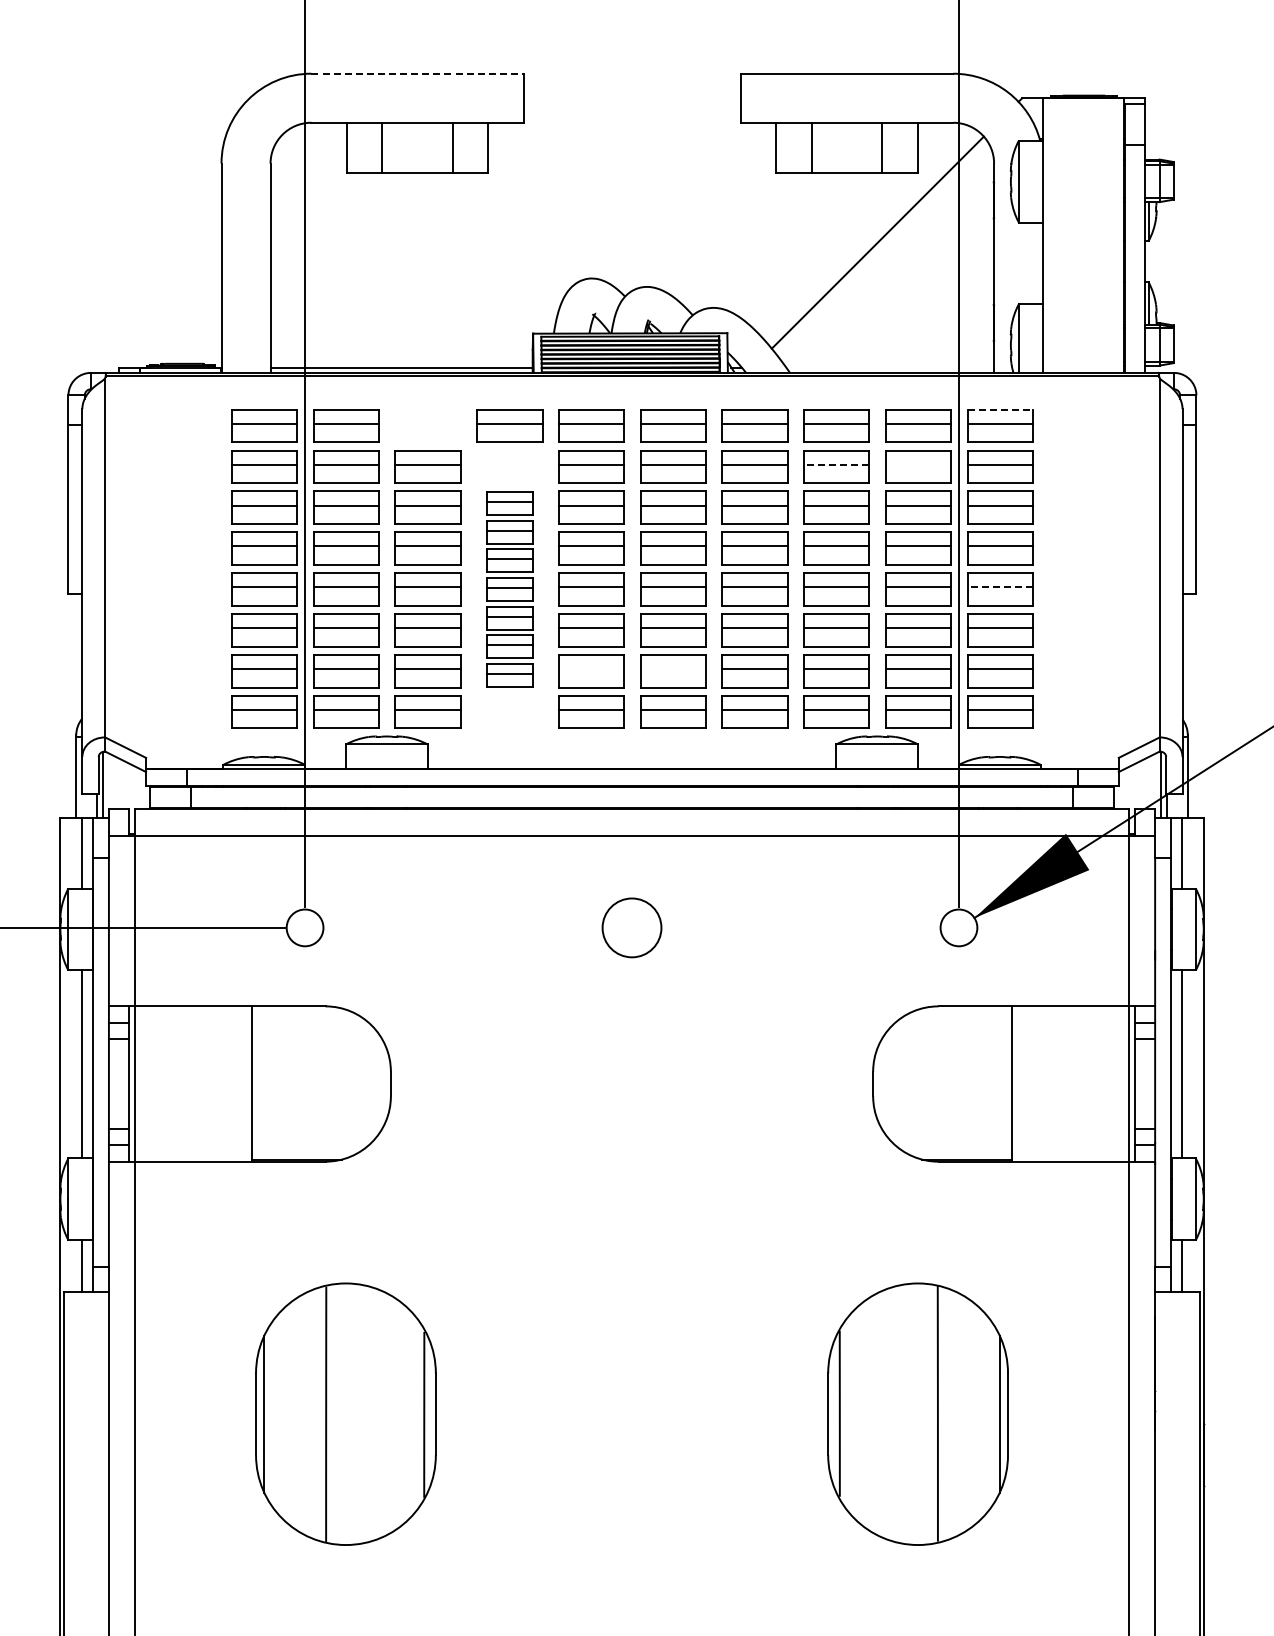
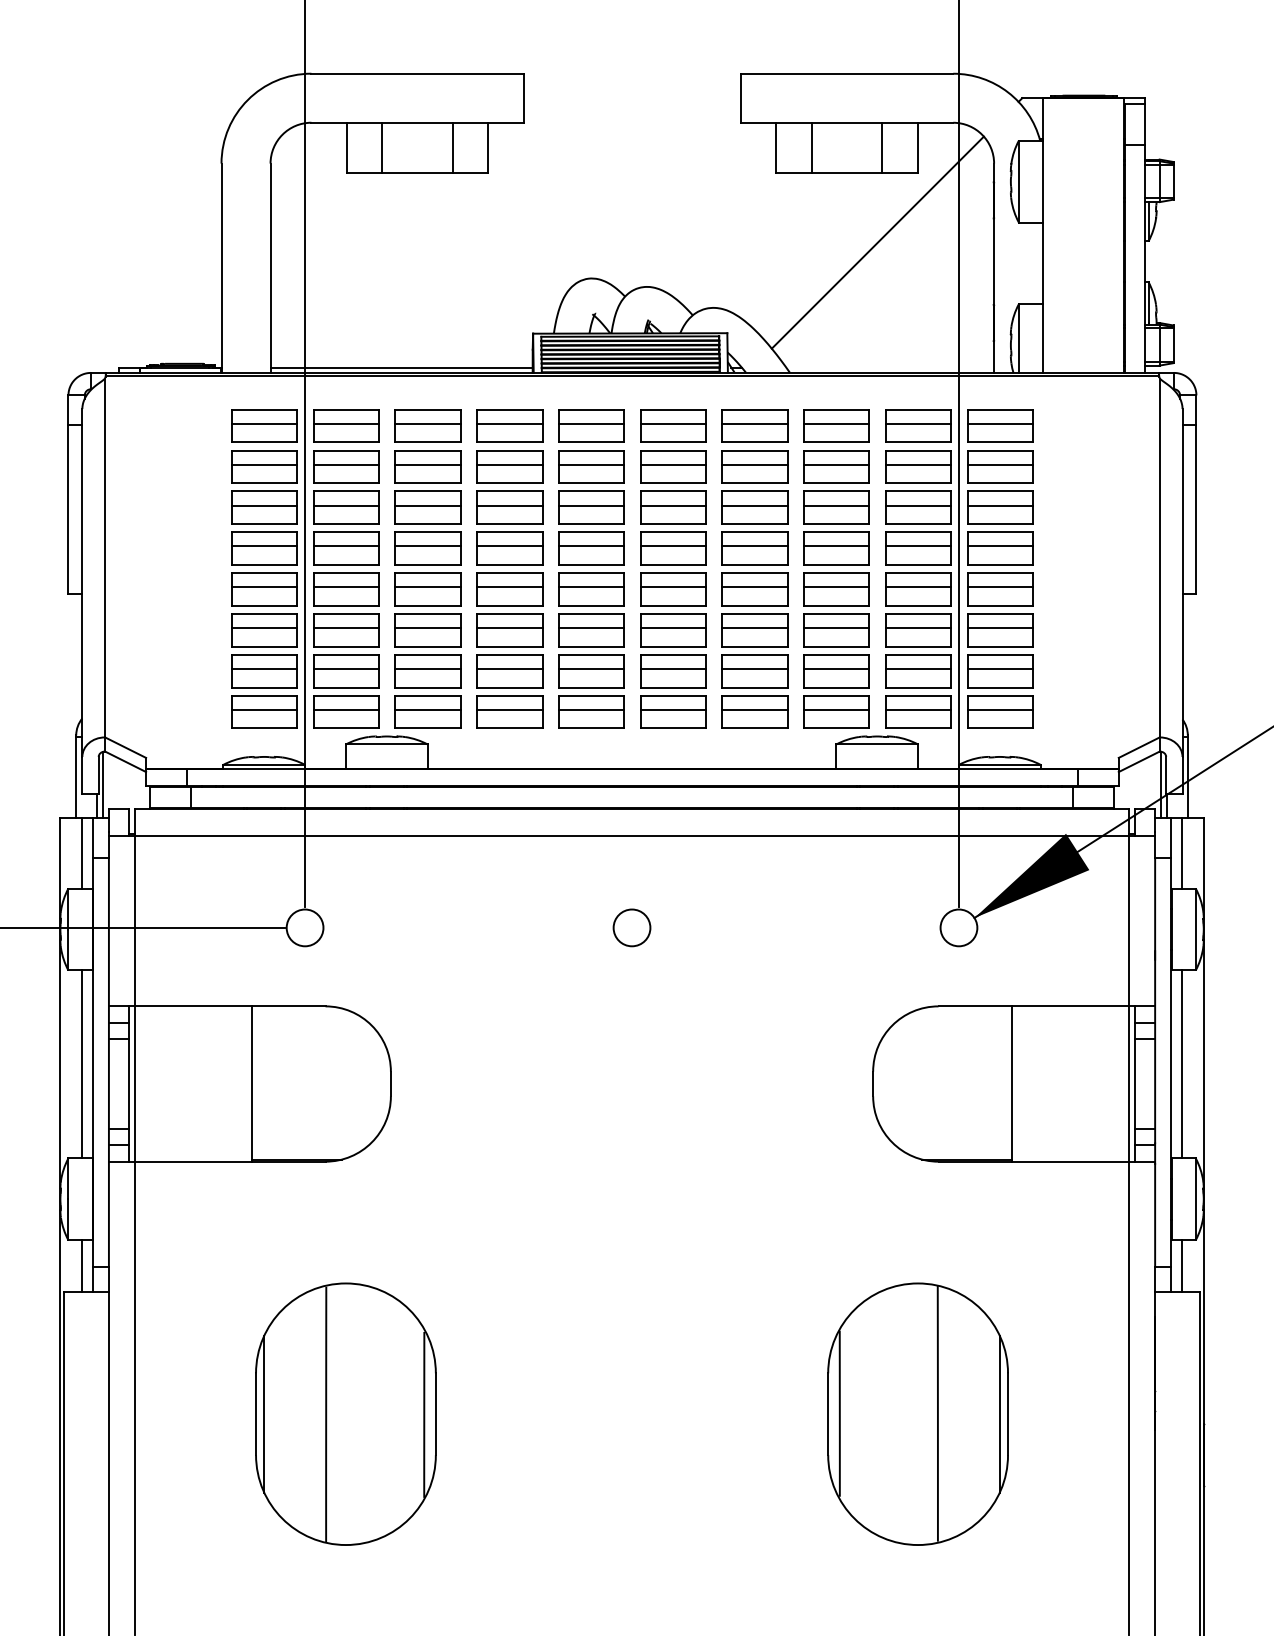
line at (418, 73): dashed -> solid
line at (1000, 409): dashed -> solid
part at (427, 425): none -> present
line at (836, 464): dashed -> solid
line at (918, 464): none -> present
line at (1000, 587): dashed -> solid
part at (509, 589) size: 48x197 px -> 68x279 px
line at (591, 669): none -> present
line at (673, 669): none -> present
circle at (631, 927) diameter: 59 px -> 37 px
